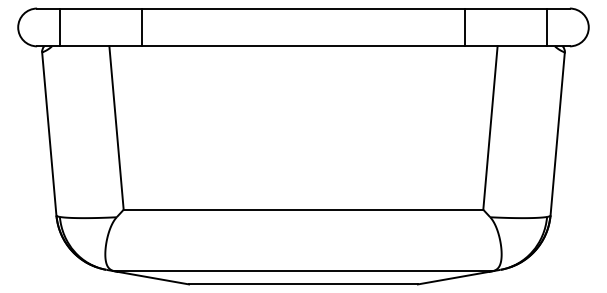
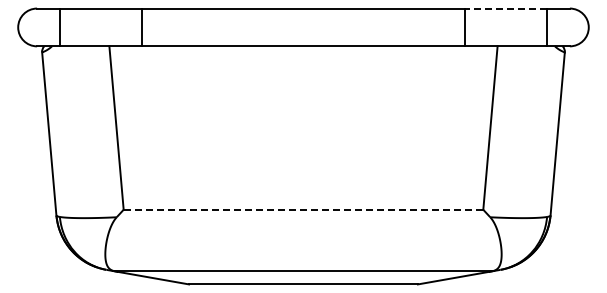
line at (505, 8): solid -> dashed
line at (303, 209): solid -> dashed
